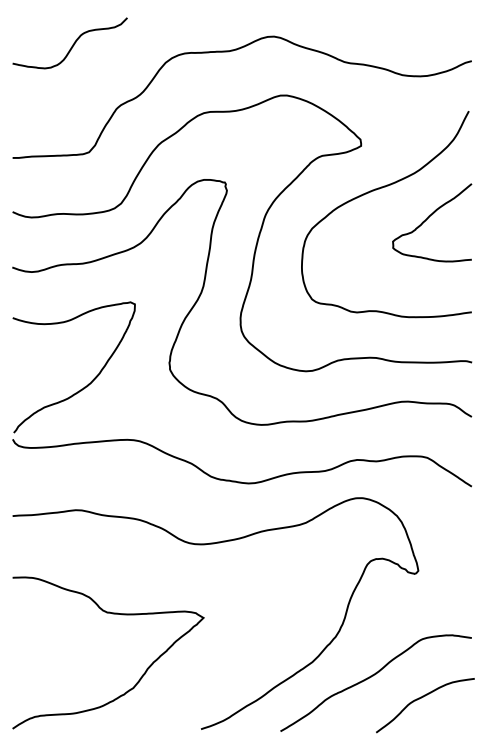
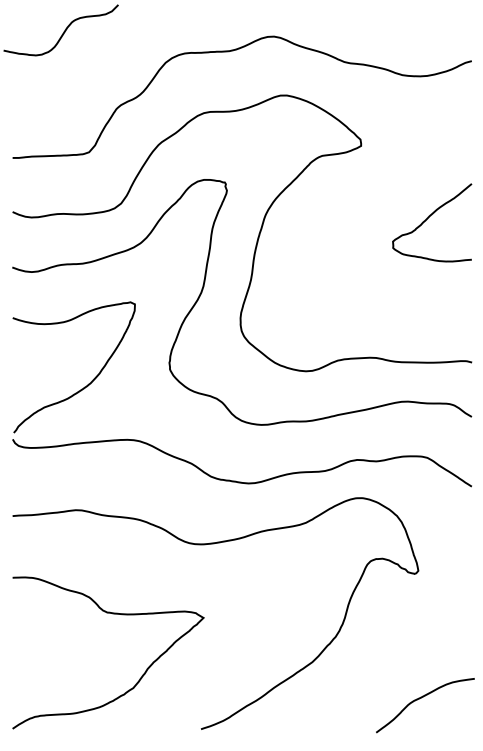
curve at (72, 44) position: (72, 44) -> (63, 31)
curve at (379, 189): present -> none
curve at (373, 676): present -> none
